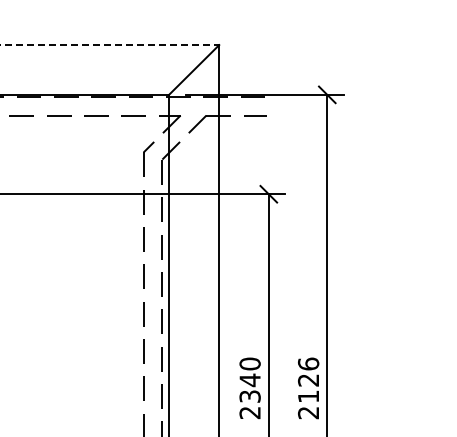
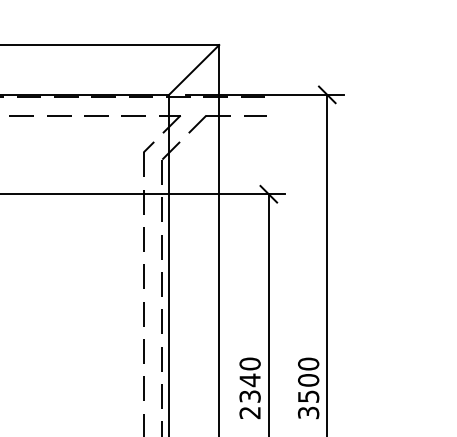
line at (110, 45): dashed -> solid
text at (308, 388): 2126 -> 3500
